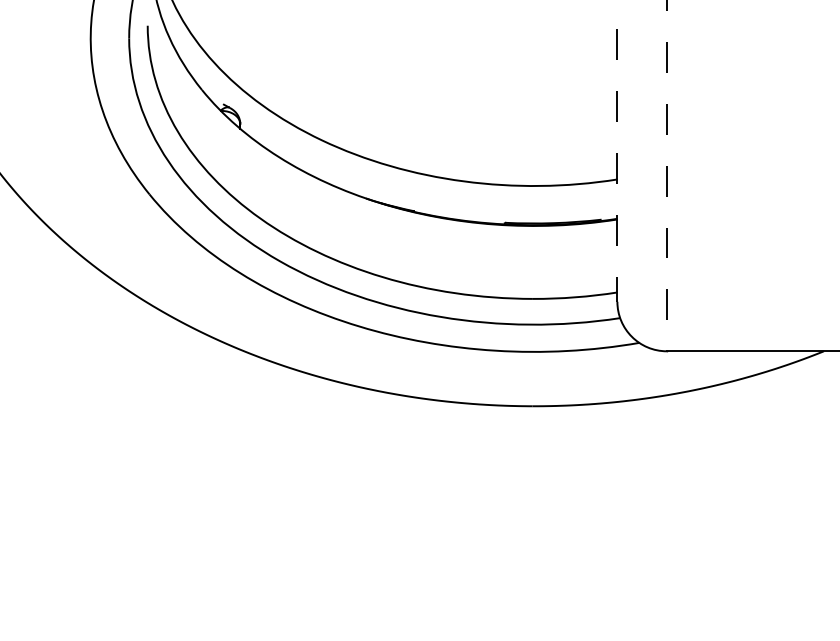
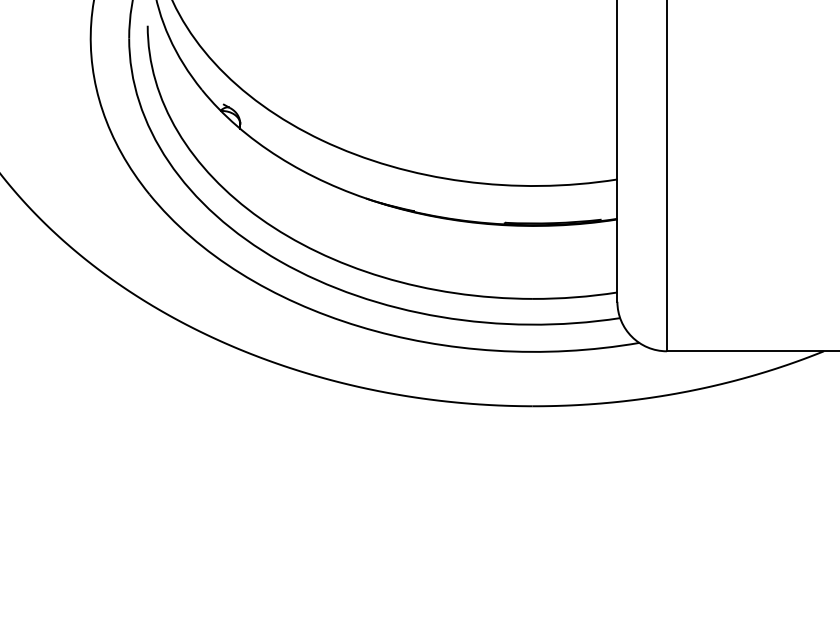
line at (617, 150): dashed -> solid
line at (666, 176): dashed -> solid
